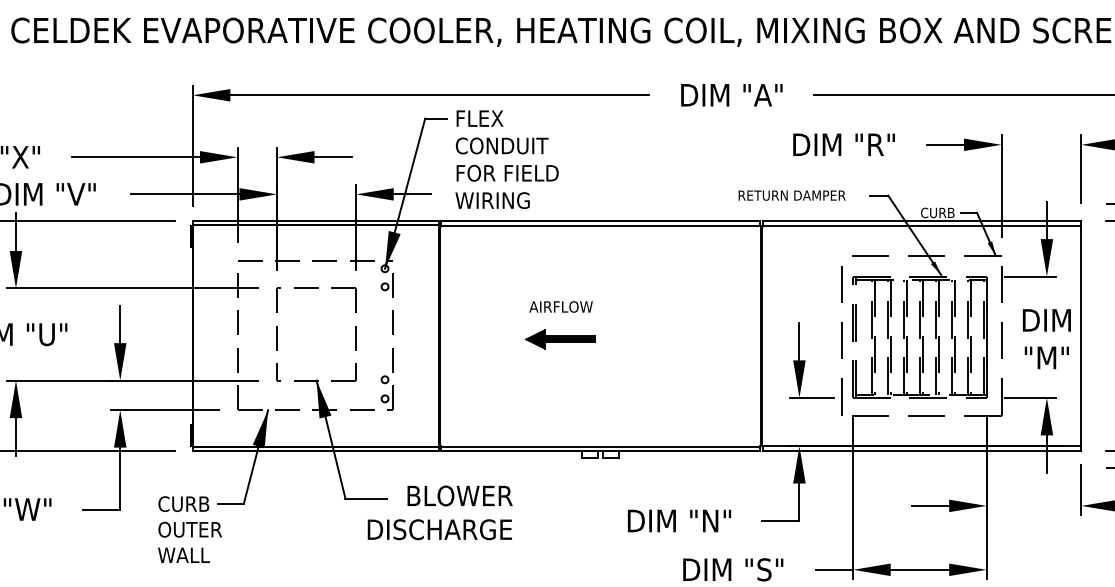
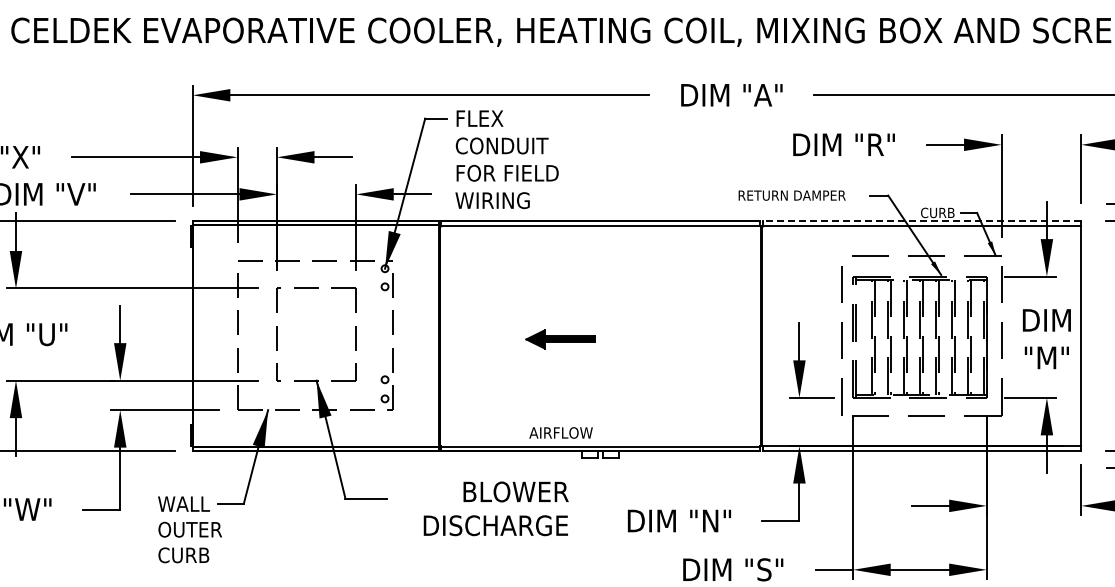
line at (921, 221): solid -> dashed
text at (560, 306) position: (560, 306) -> (560, 432)
text at (183, 504): CURB -> WALL
text at (439, 512) position: (439, 512) -> (495, 508)
text at (183, 555): WALL -> CURB
